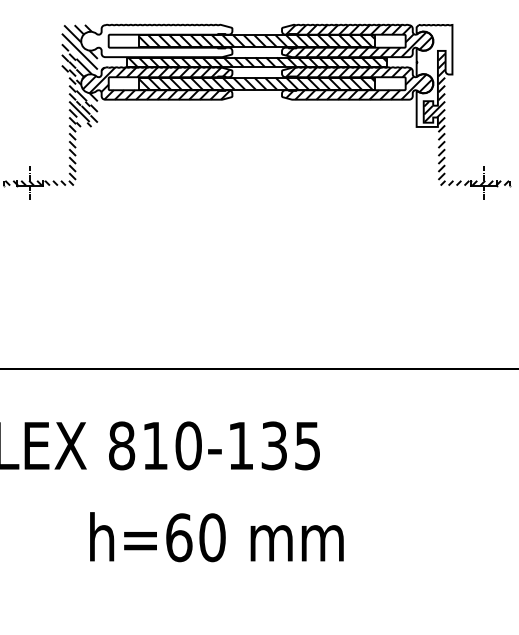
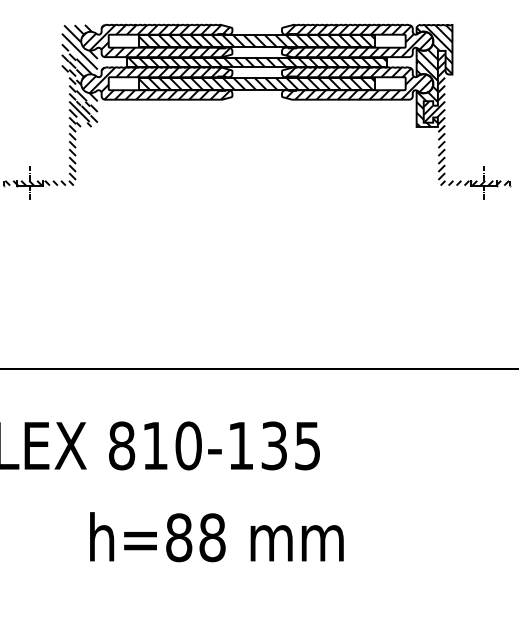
hatch at (156, 40): none -> present
hatch at (434, 75): none -> present
text at (195, 537): h=60 -> h=88
